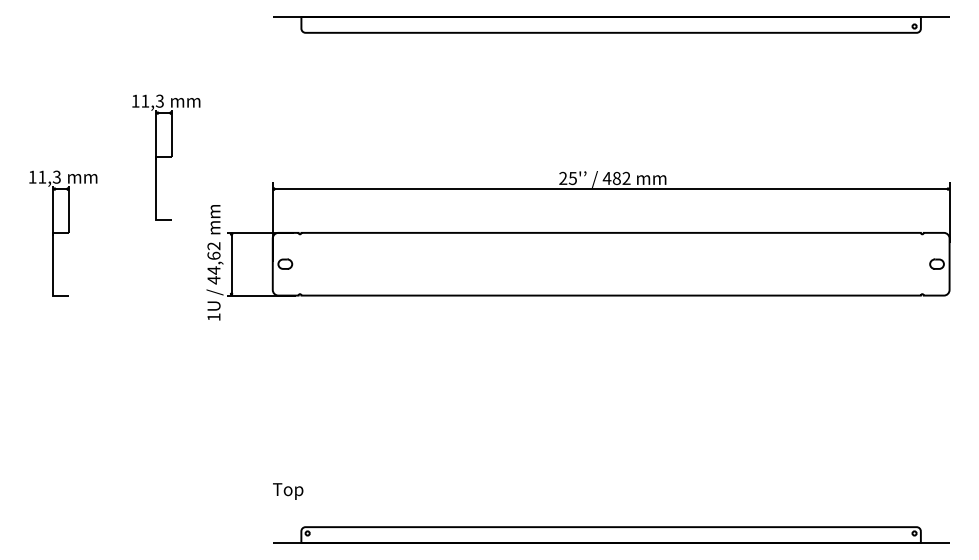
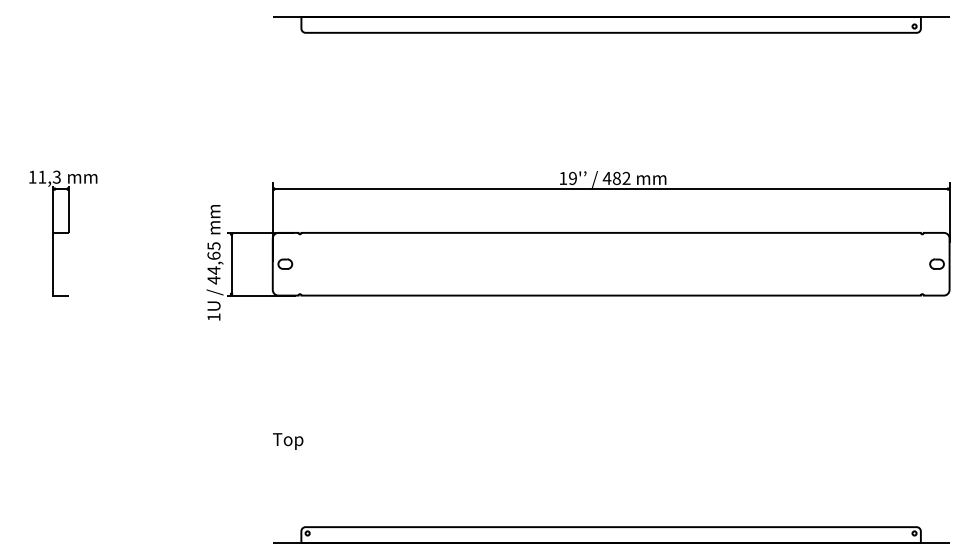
part at (166, 157): present -> none
text at (567, 177): 25' -> 19'
text at (213, 246): 44,62 -> 44,65
text at (288, 491) position: (288, 491) -> (288, 441)
